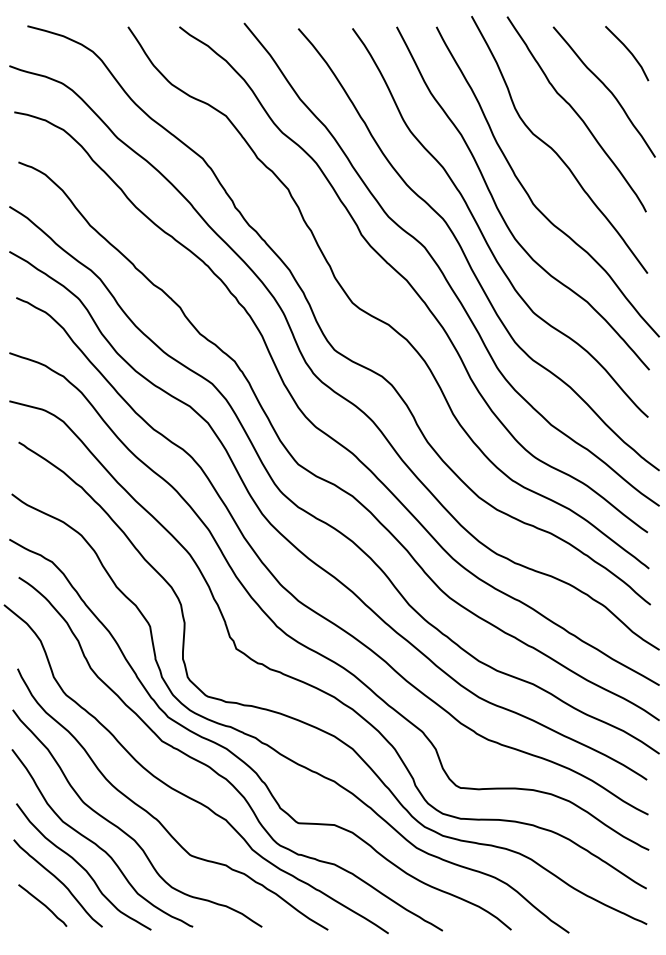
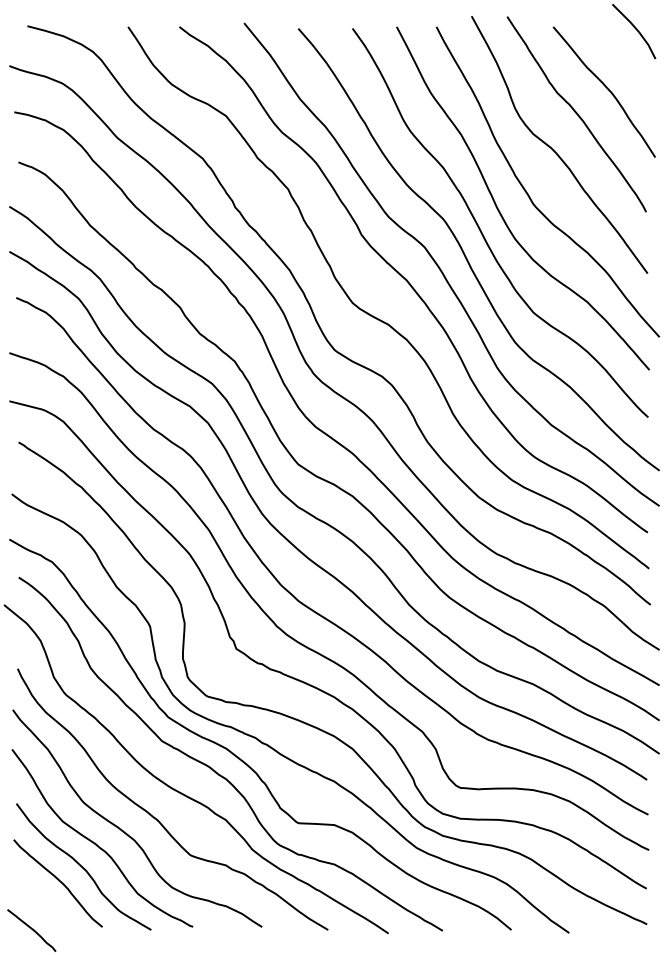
line at (628, 51) position: (628, 51) -> (635, 29)
curve at (42, 904) position: (42, 904) -> (31, 929)
